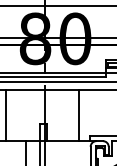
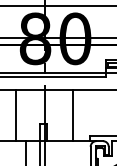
line at (57, 82): present -> none
line at (6, 115) position: (6, 115) -> (16, 115)
line at (78, 115) position: (78, 115) -> (72, 115)
